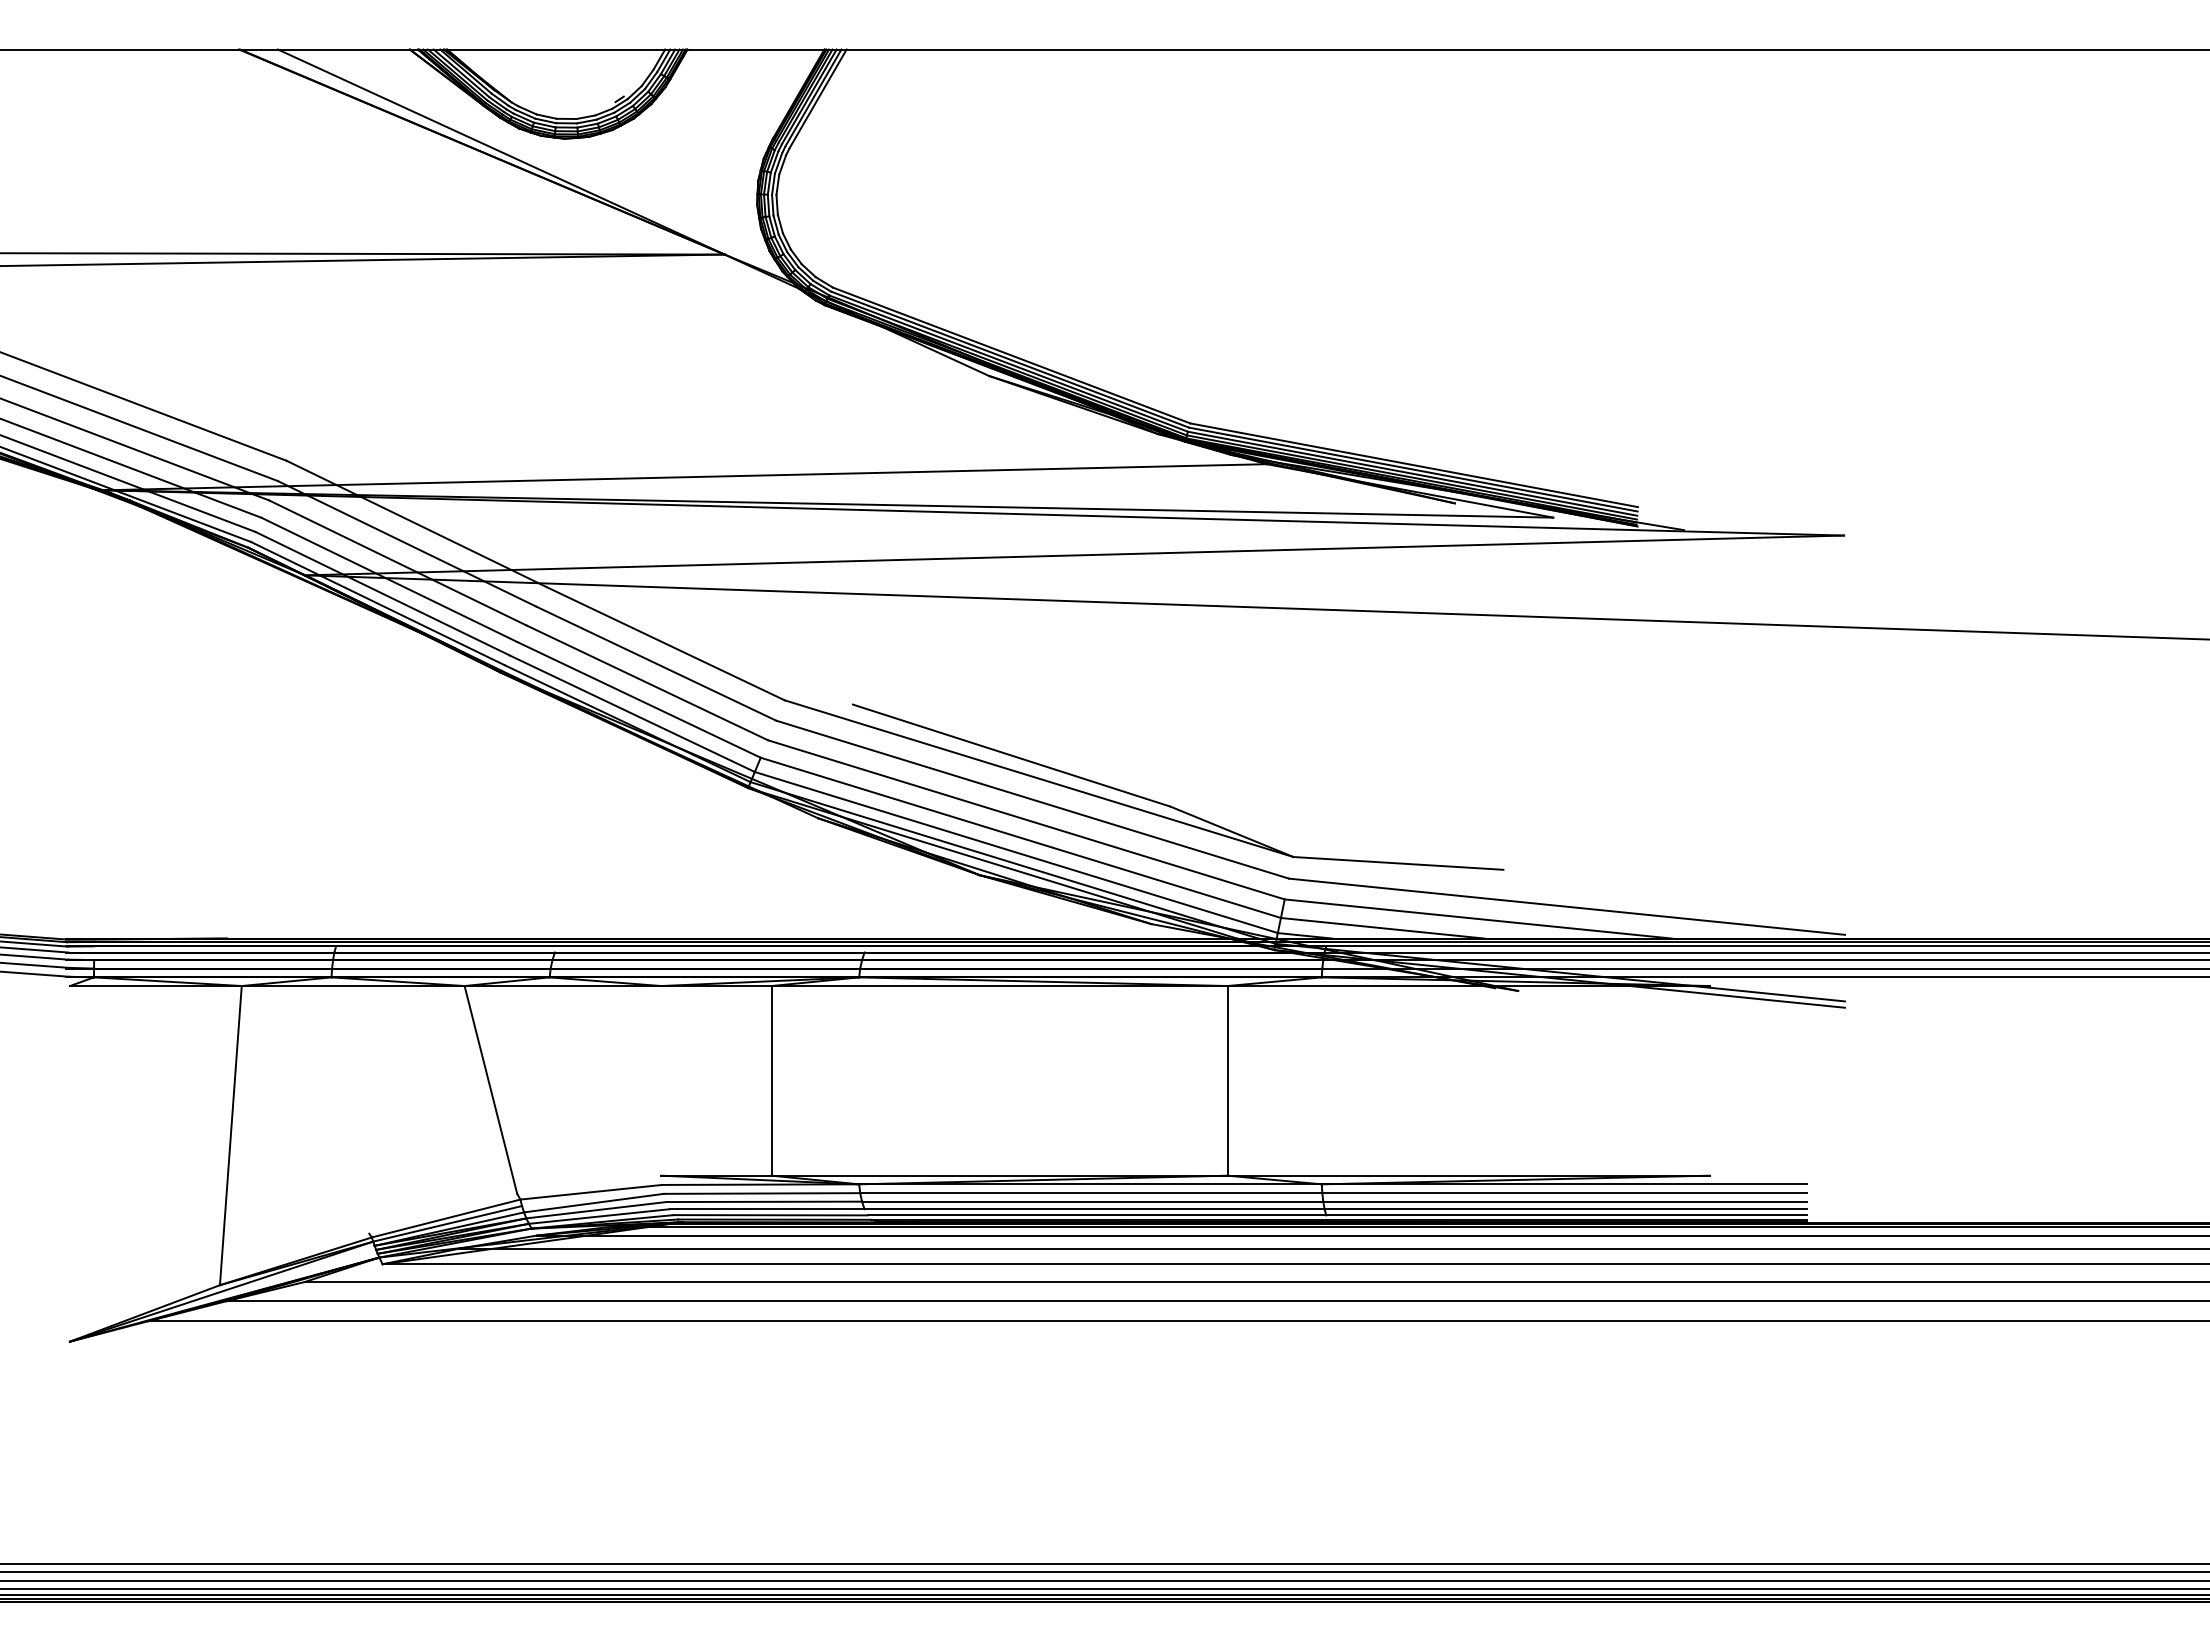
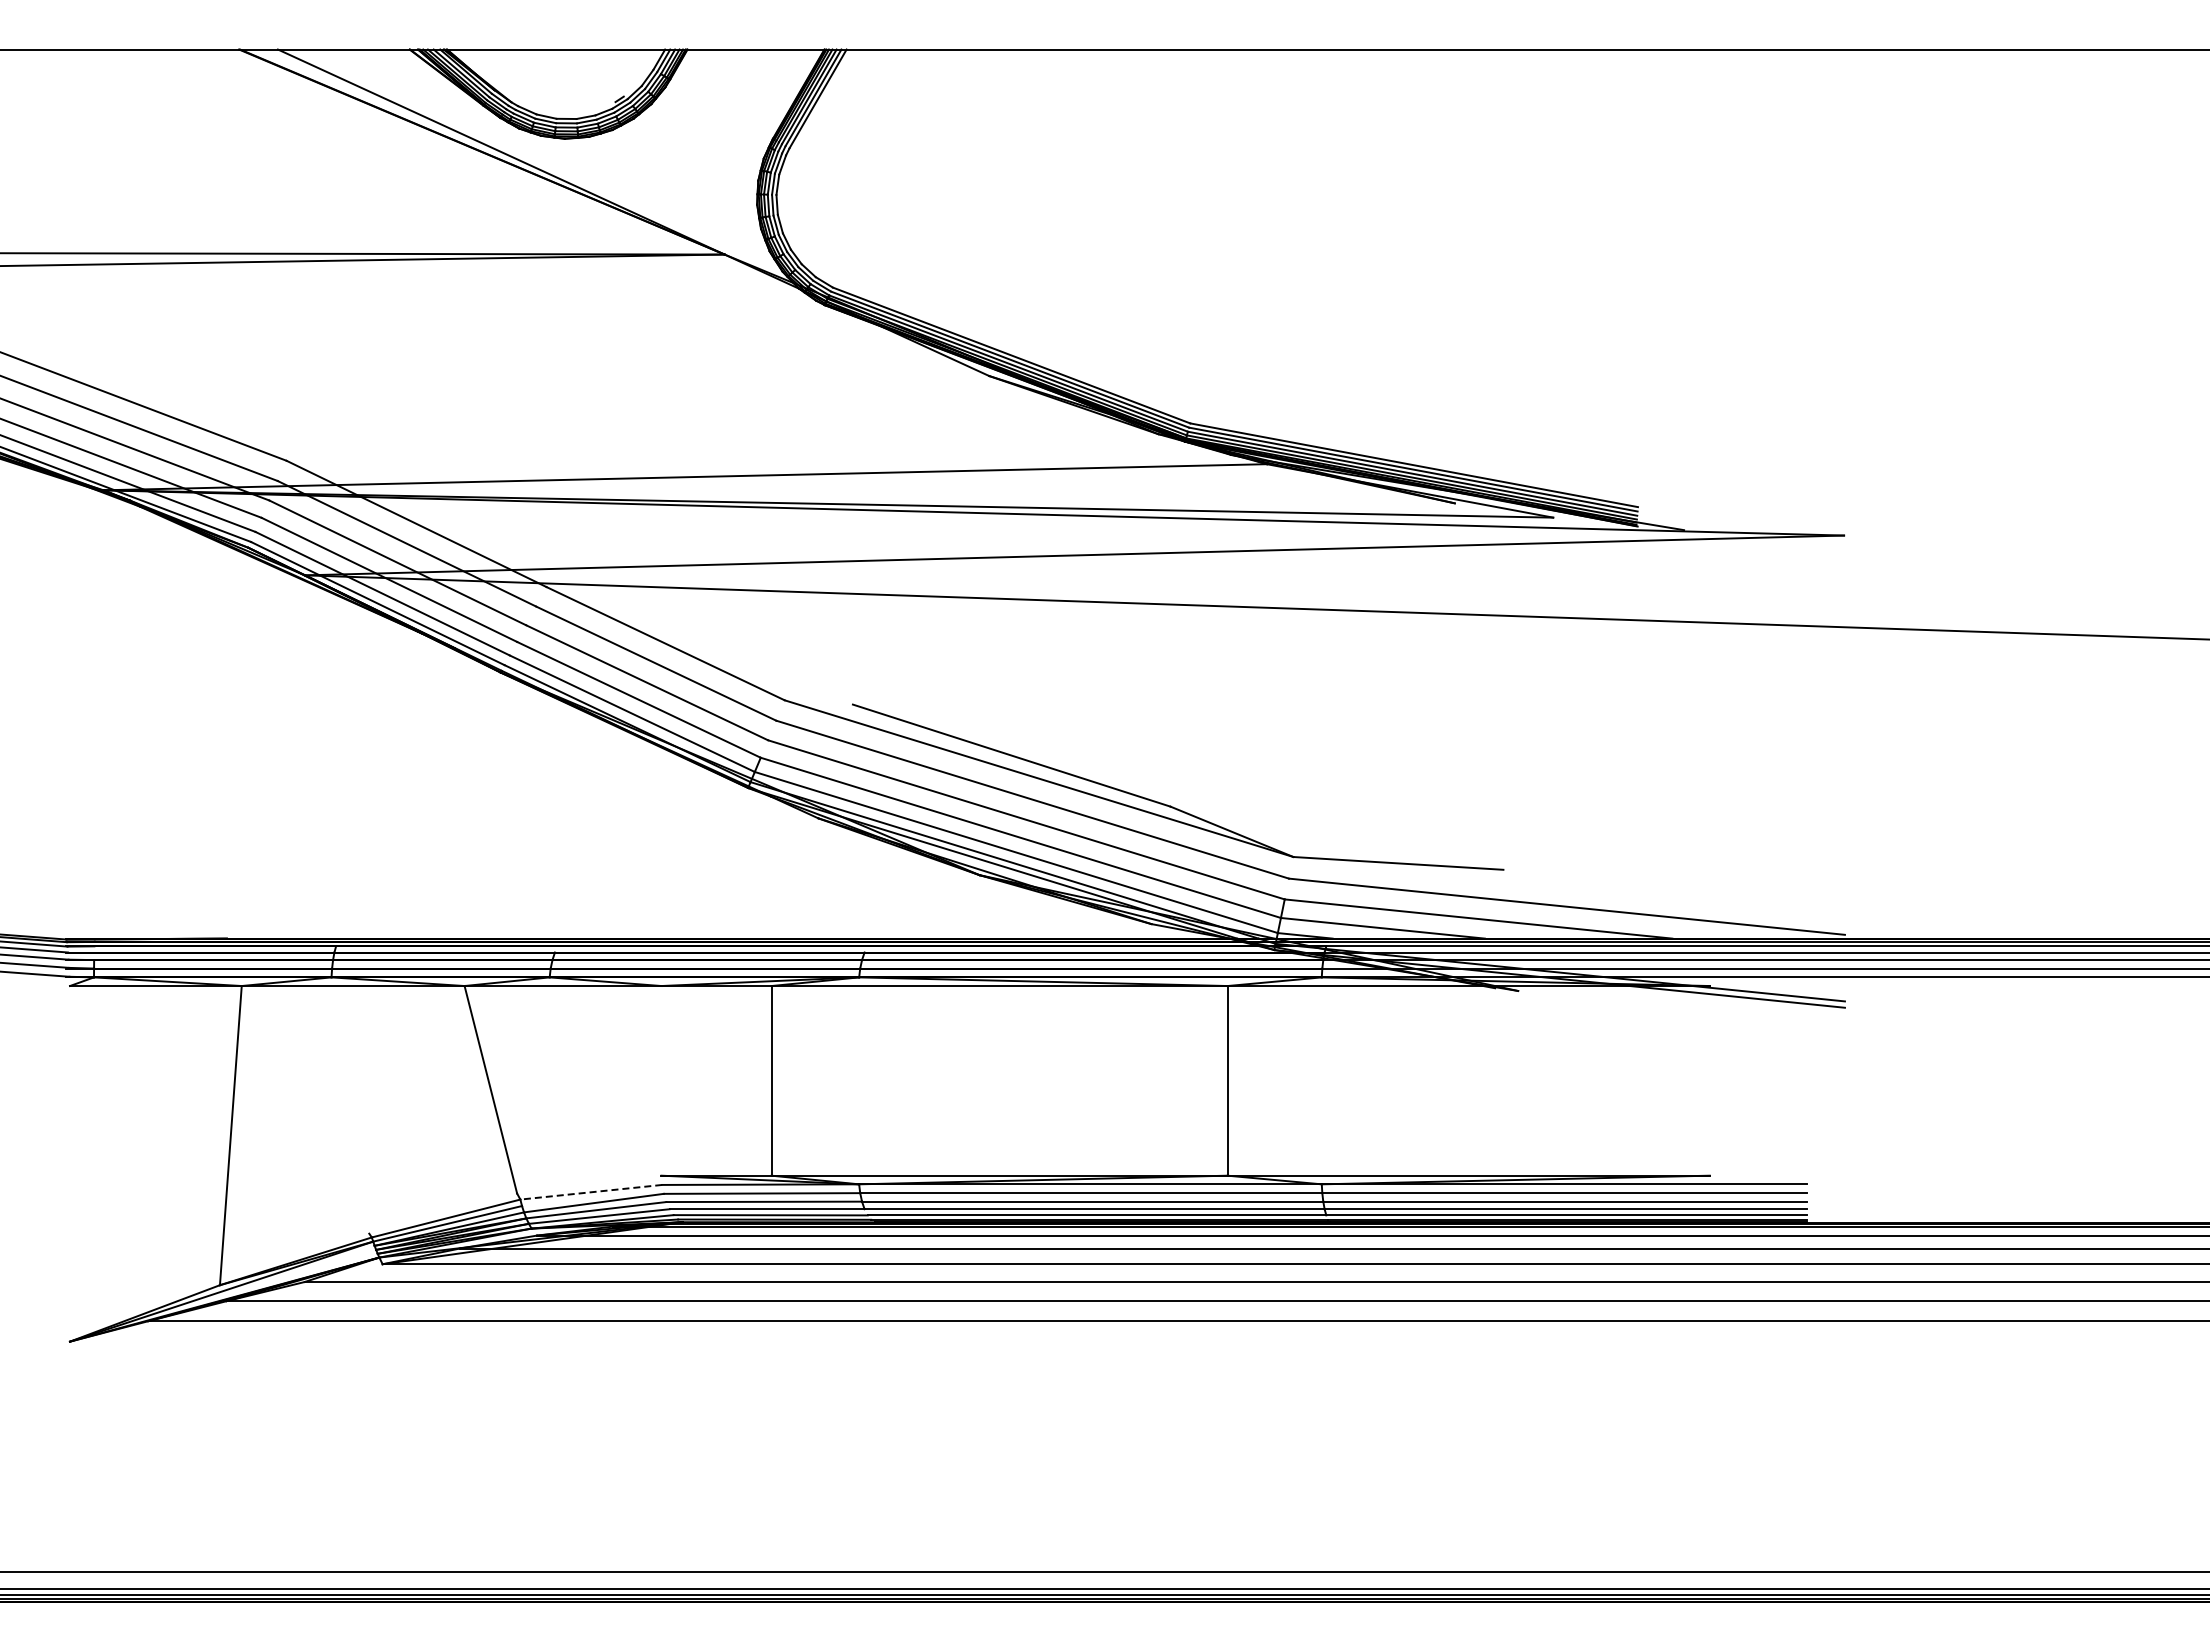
line at (590, 1192): solid -> dashed
line at (1104, 1563): present -> none
line at (1104, 1581): present -> none
